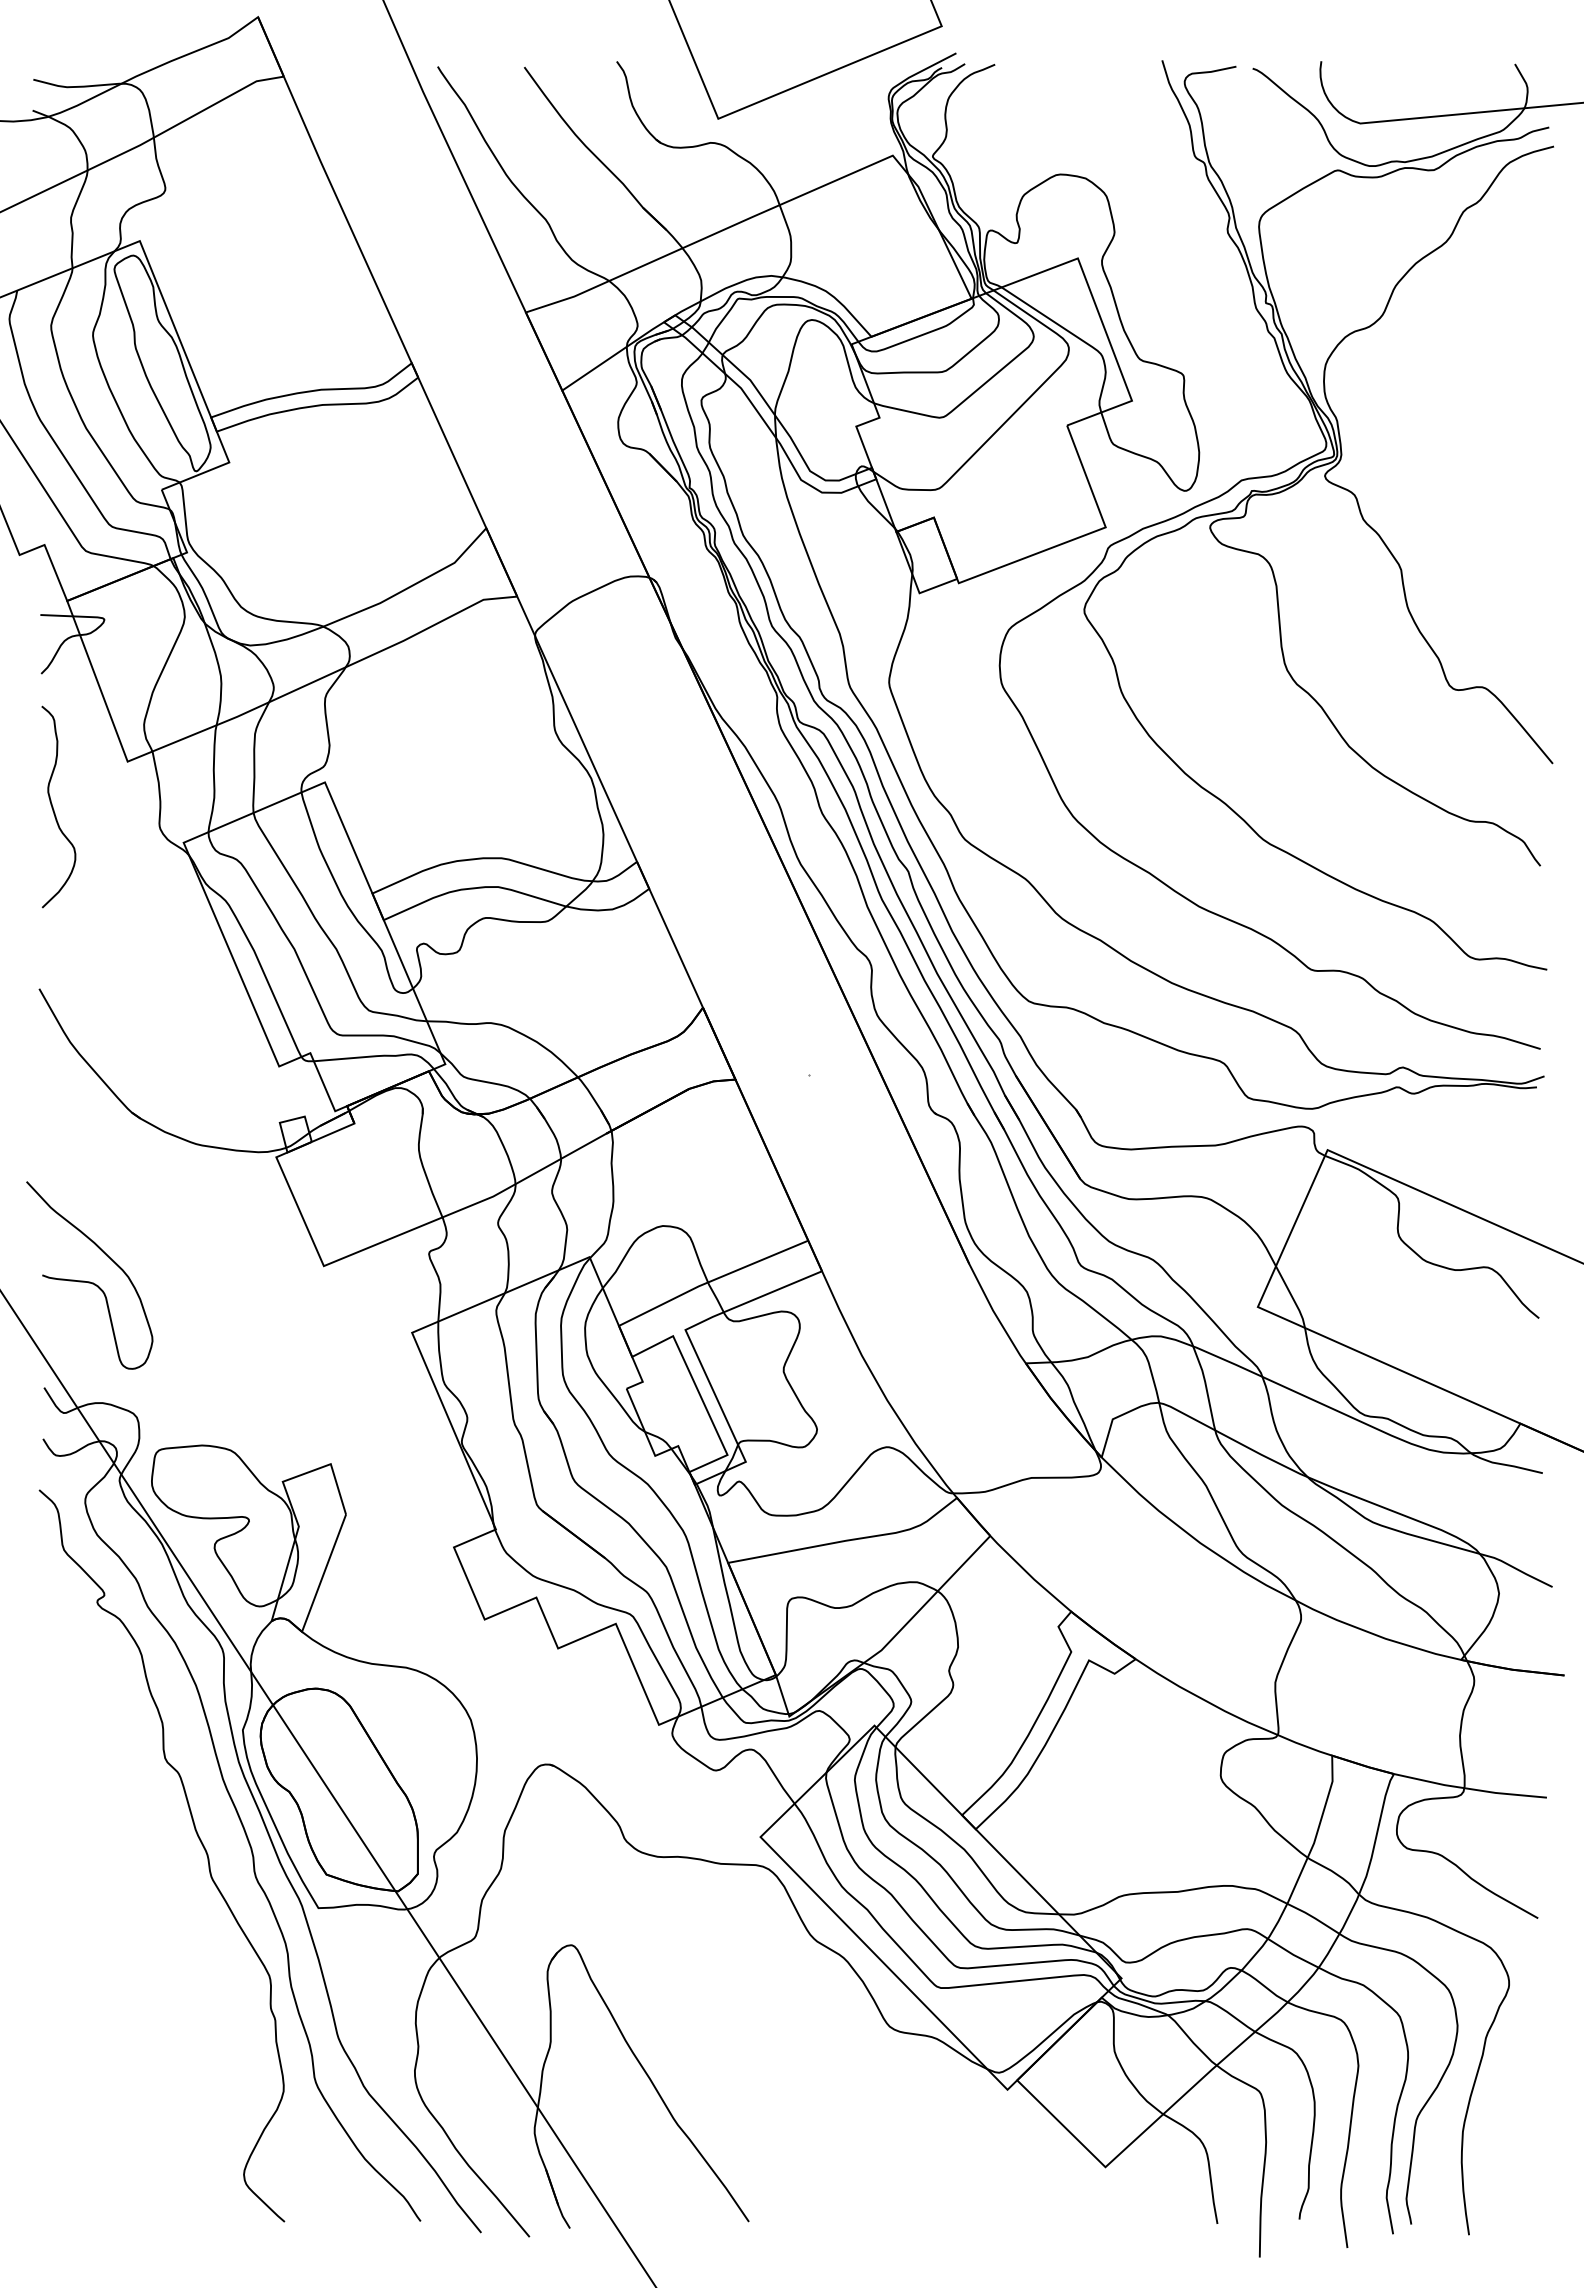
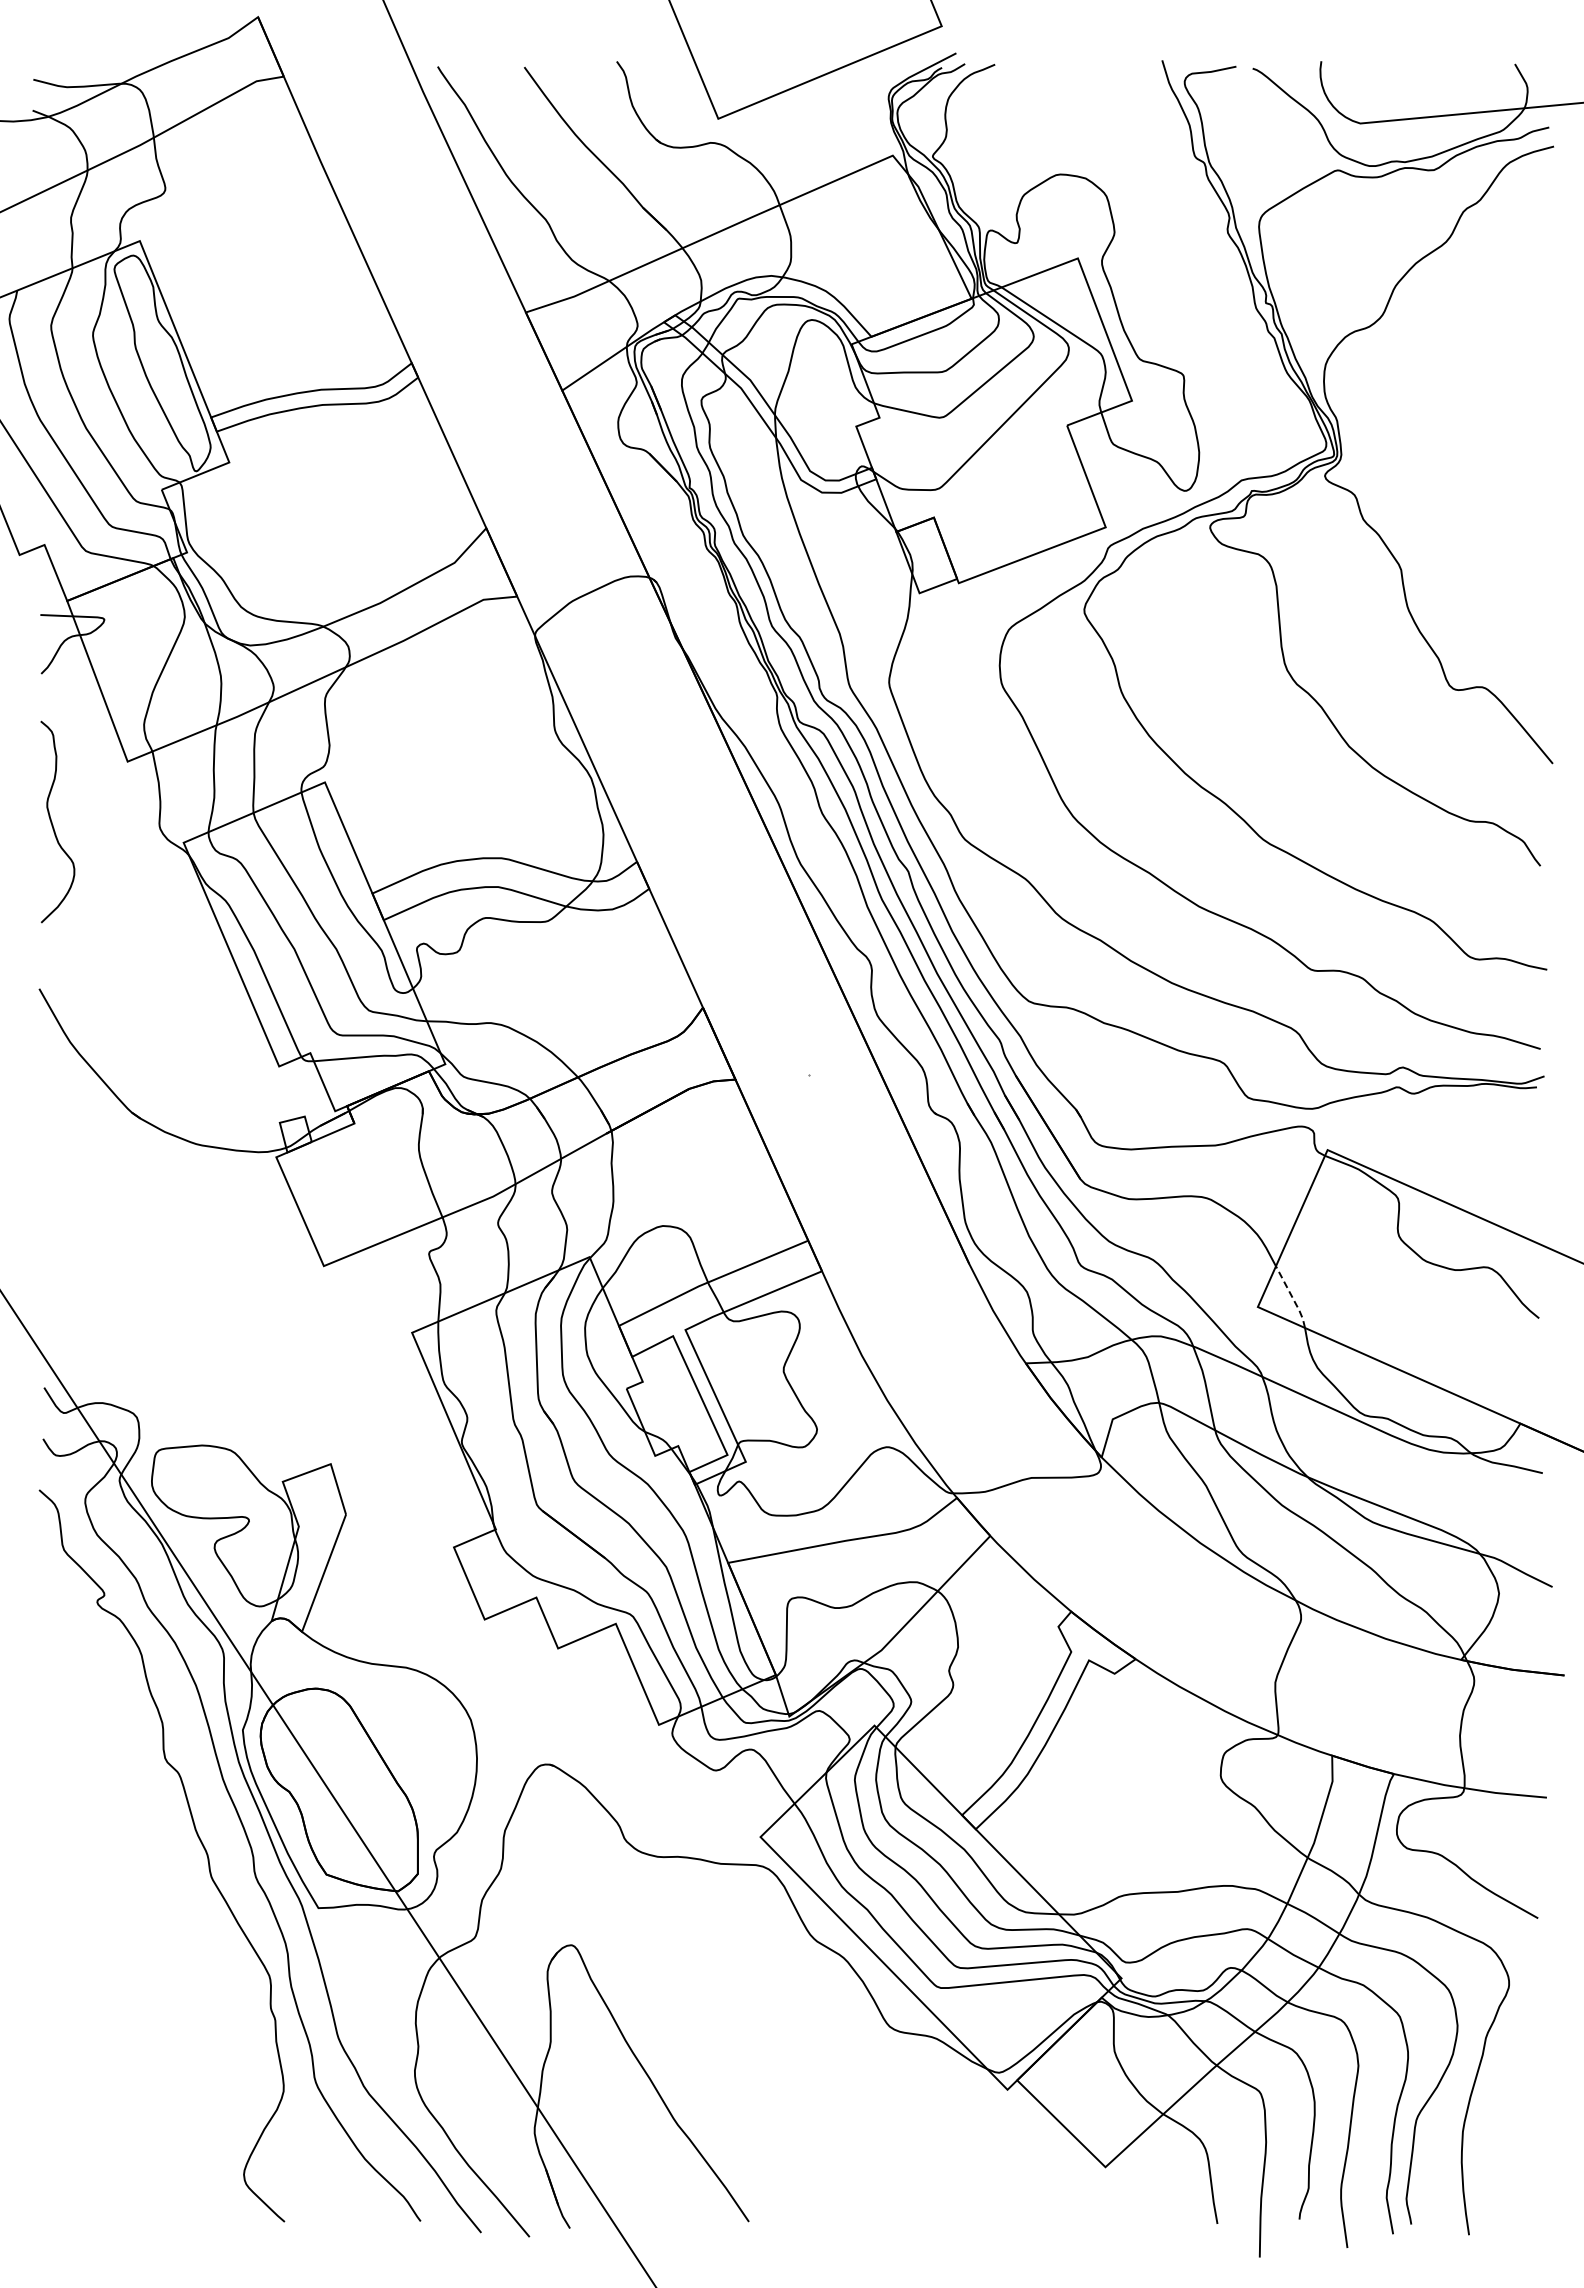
curve at (53, 806) position: (53, 806) -> (52, 821)
curve at (89, 1281): present -> none
line at (1292, 1297): solid -> dashed
